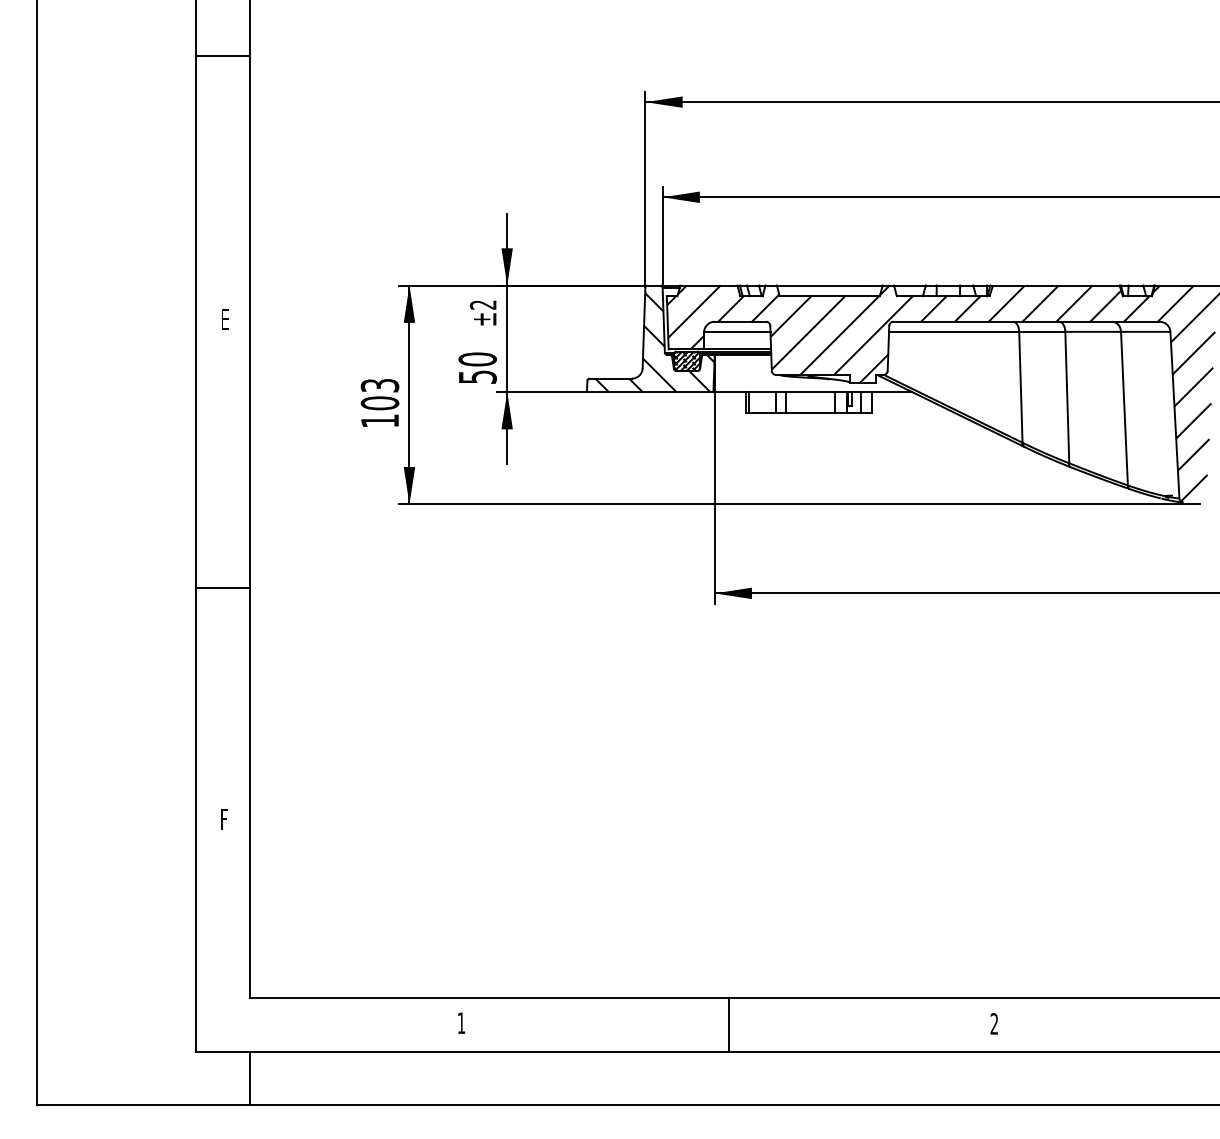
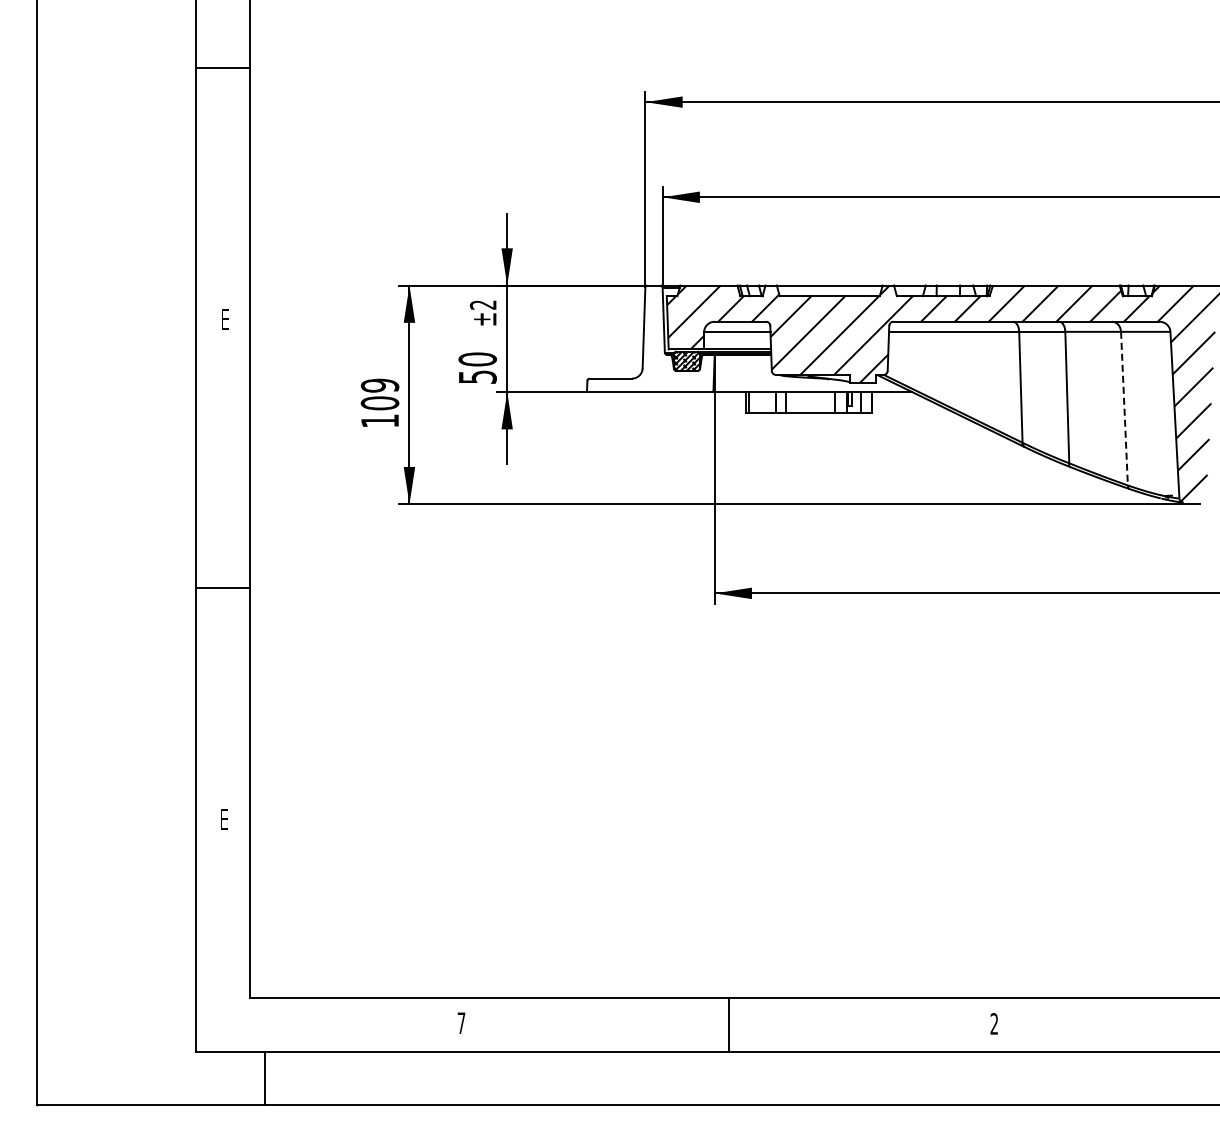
line at (222, 55) position: (222, 55) -> (222, 67)
hatch at (654, 342): present -> none
text at (379, 385): 103 -> 109
line at (1124, 408): solid -> dashed
text at (224, 820): F -> E
text at (461, 1022): 1 -> 7
line at (249, 1077) position: (249, 1077) -> (264, 1077)
